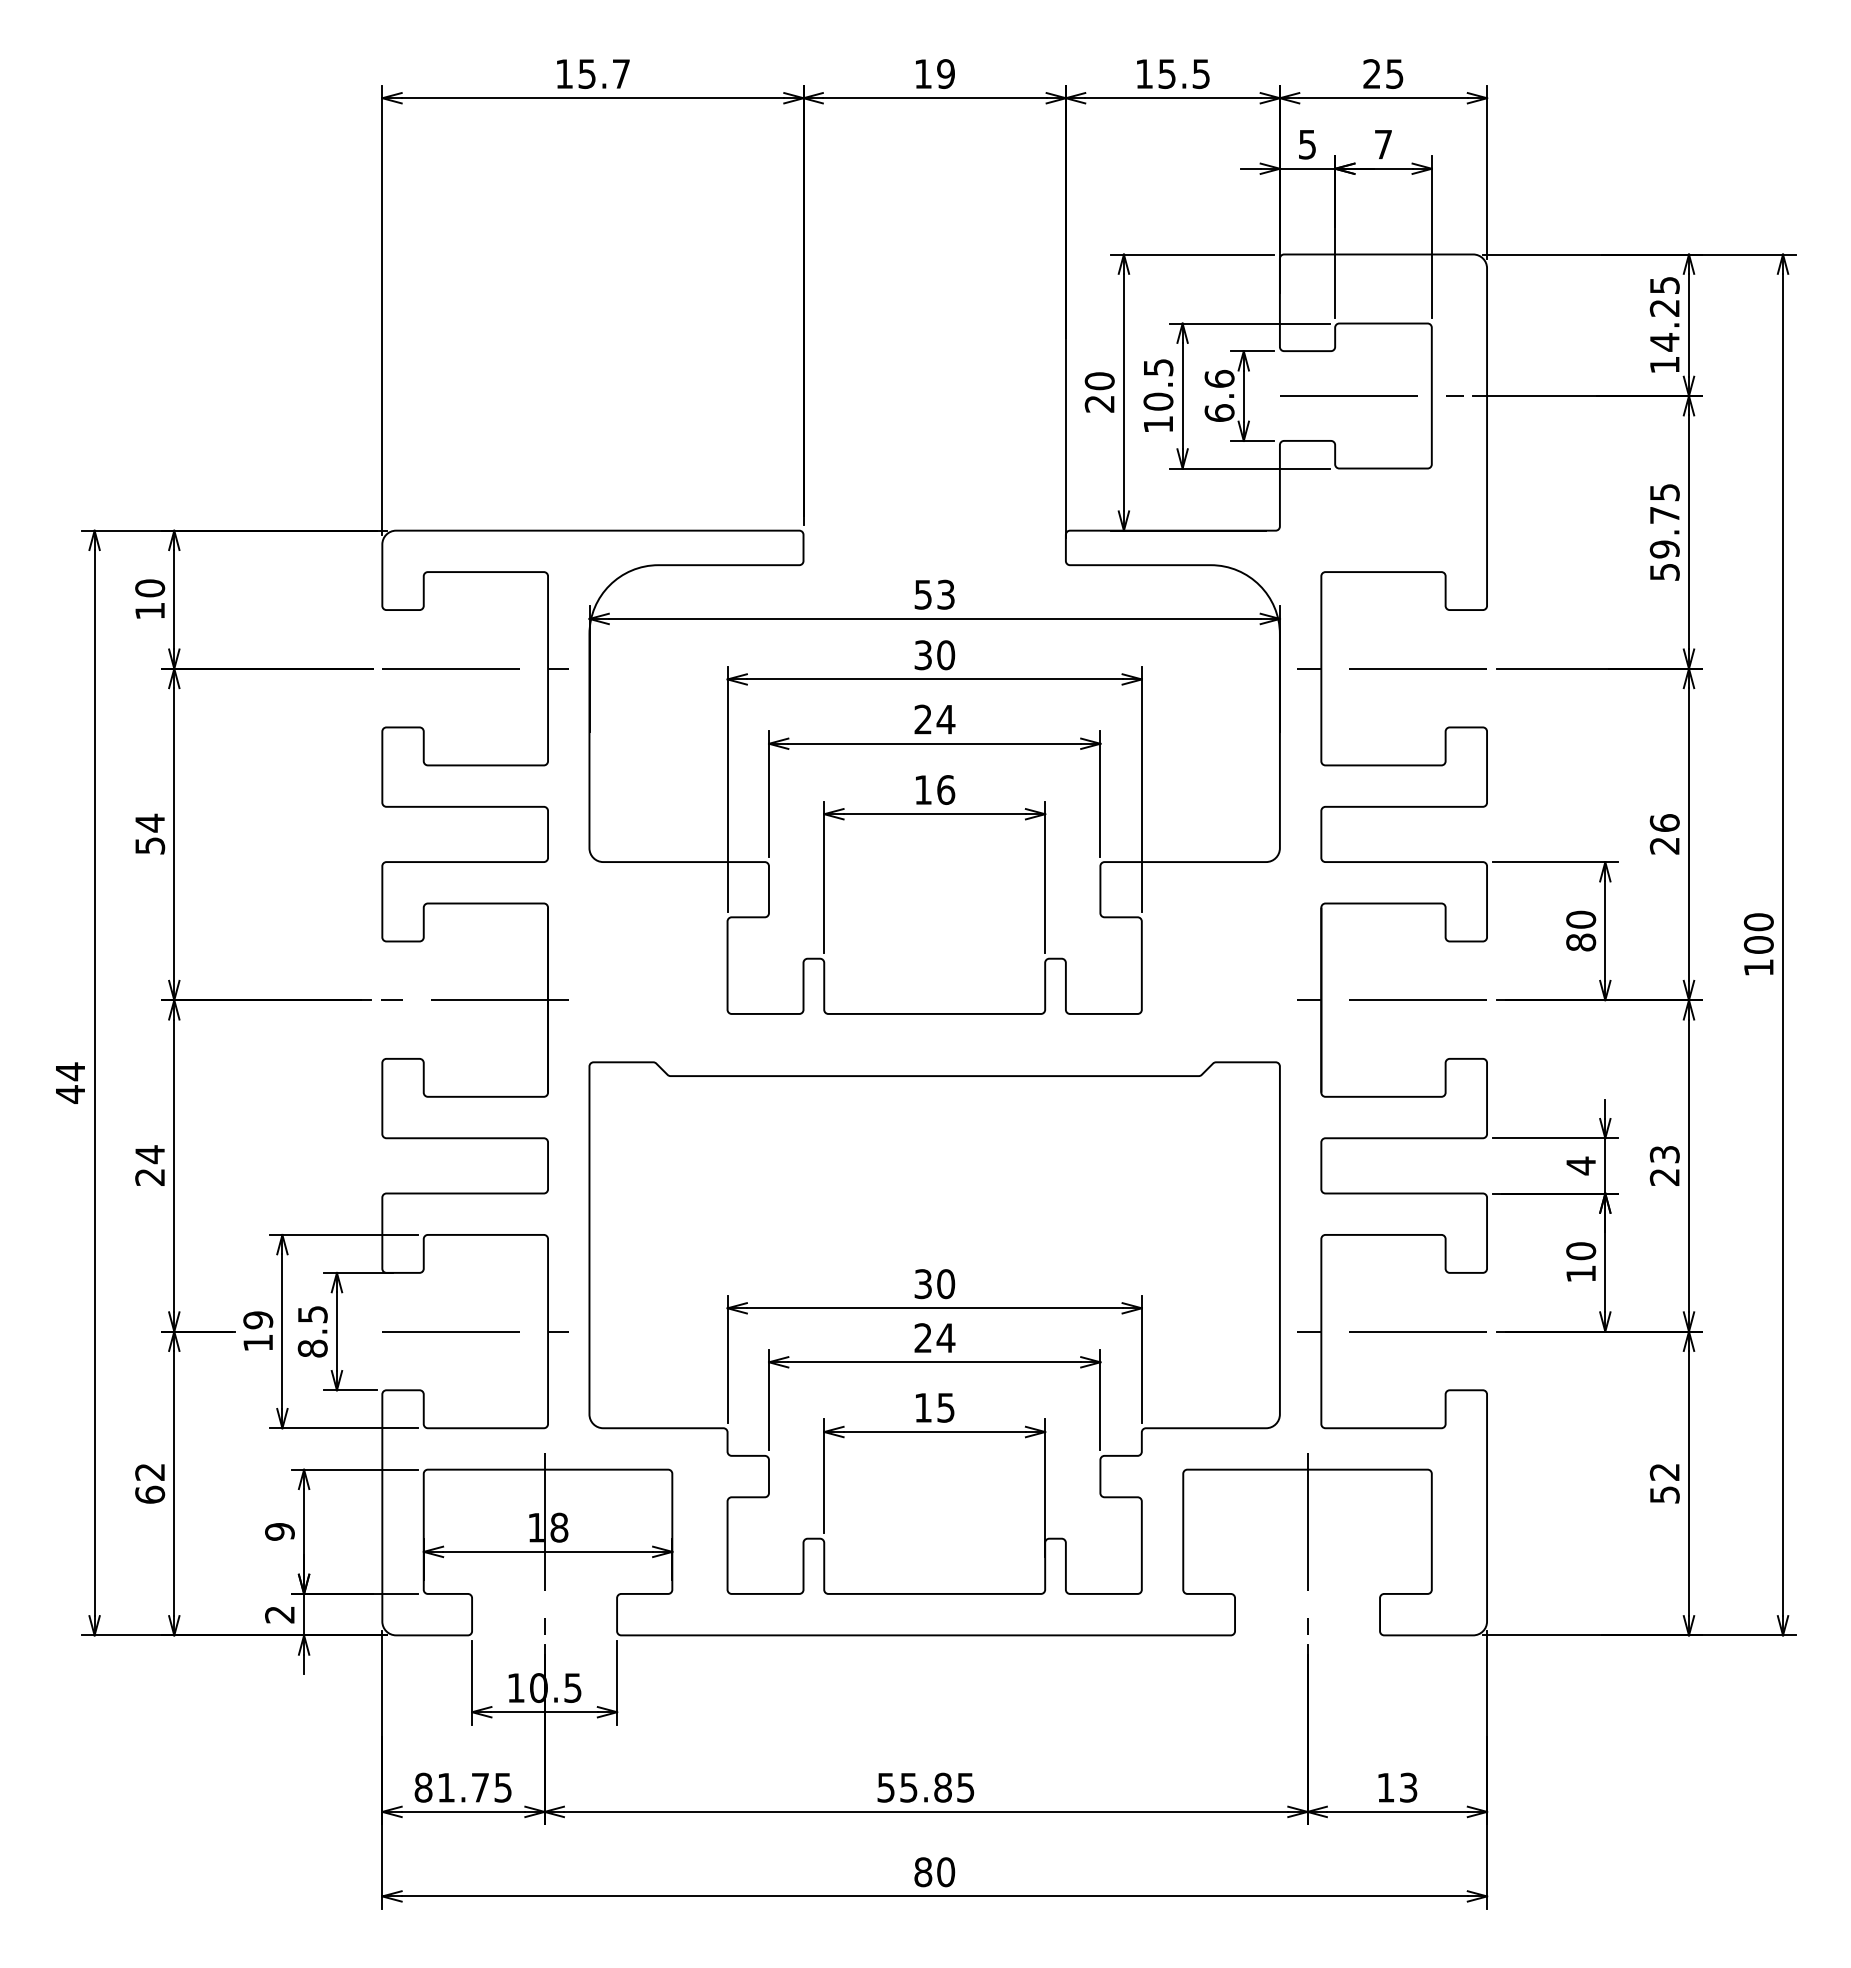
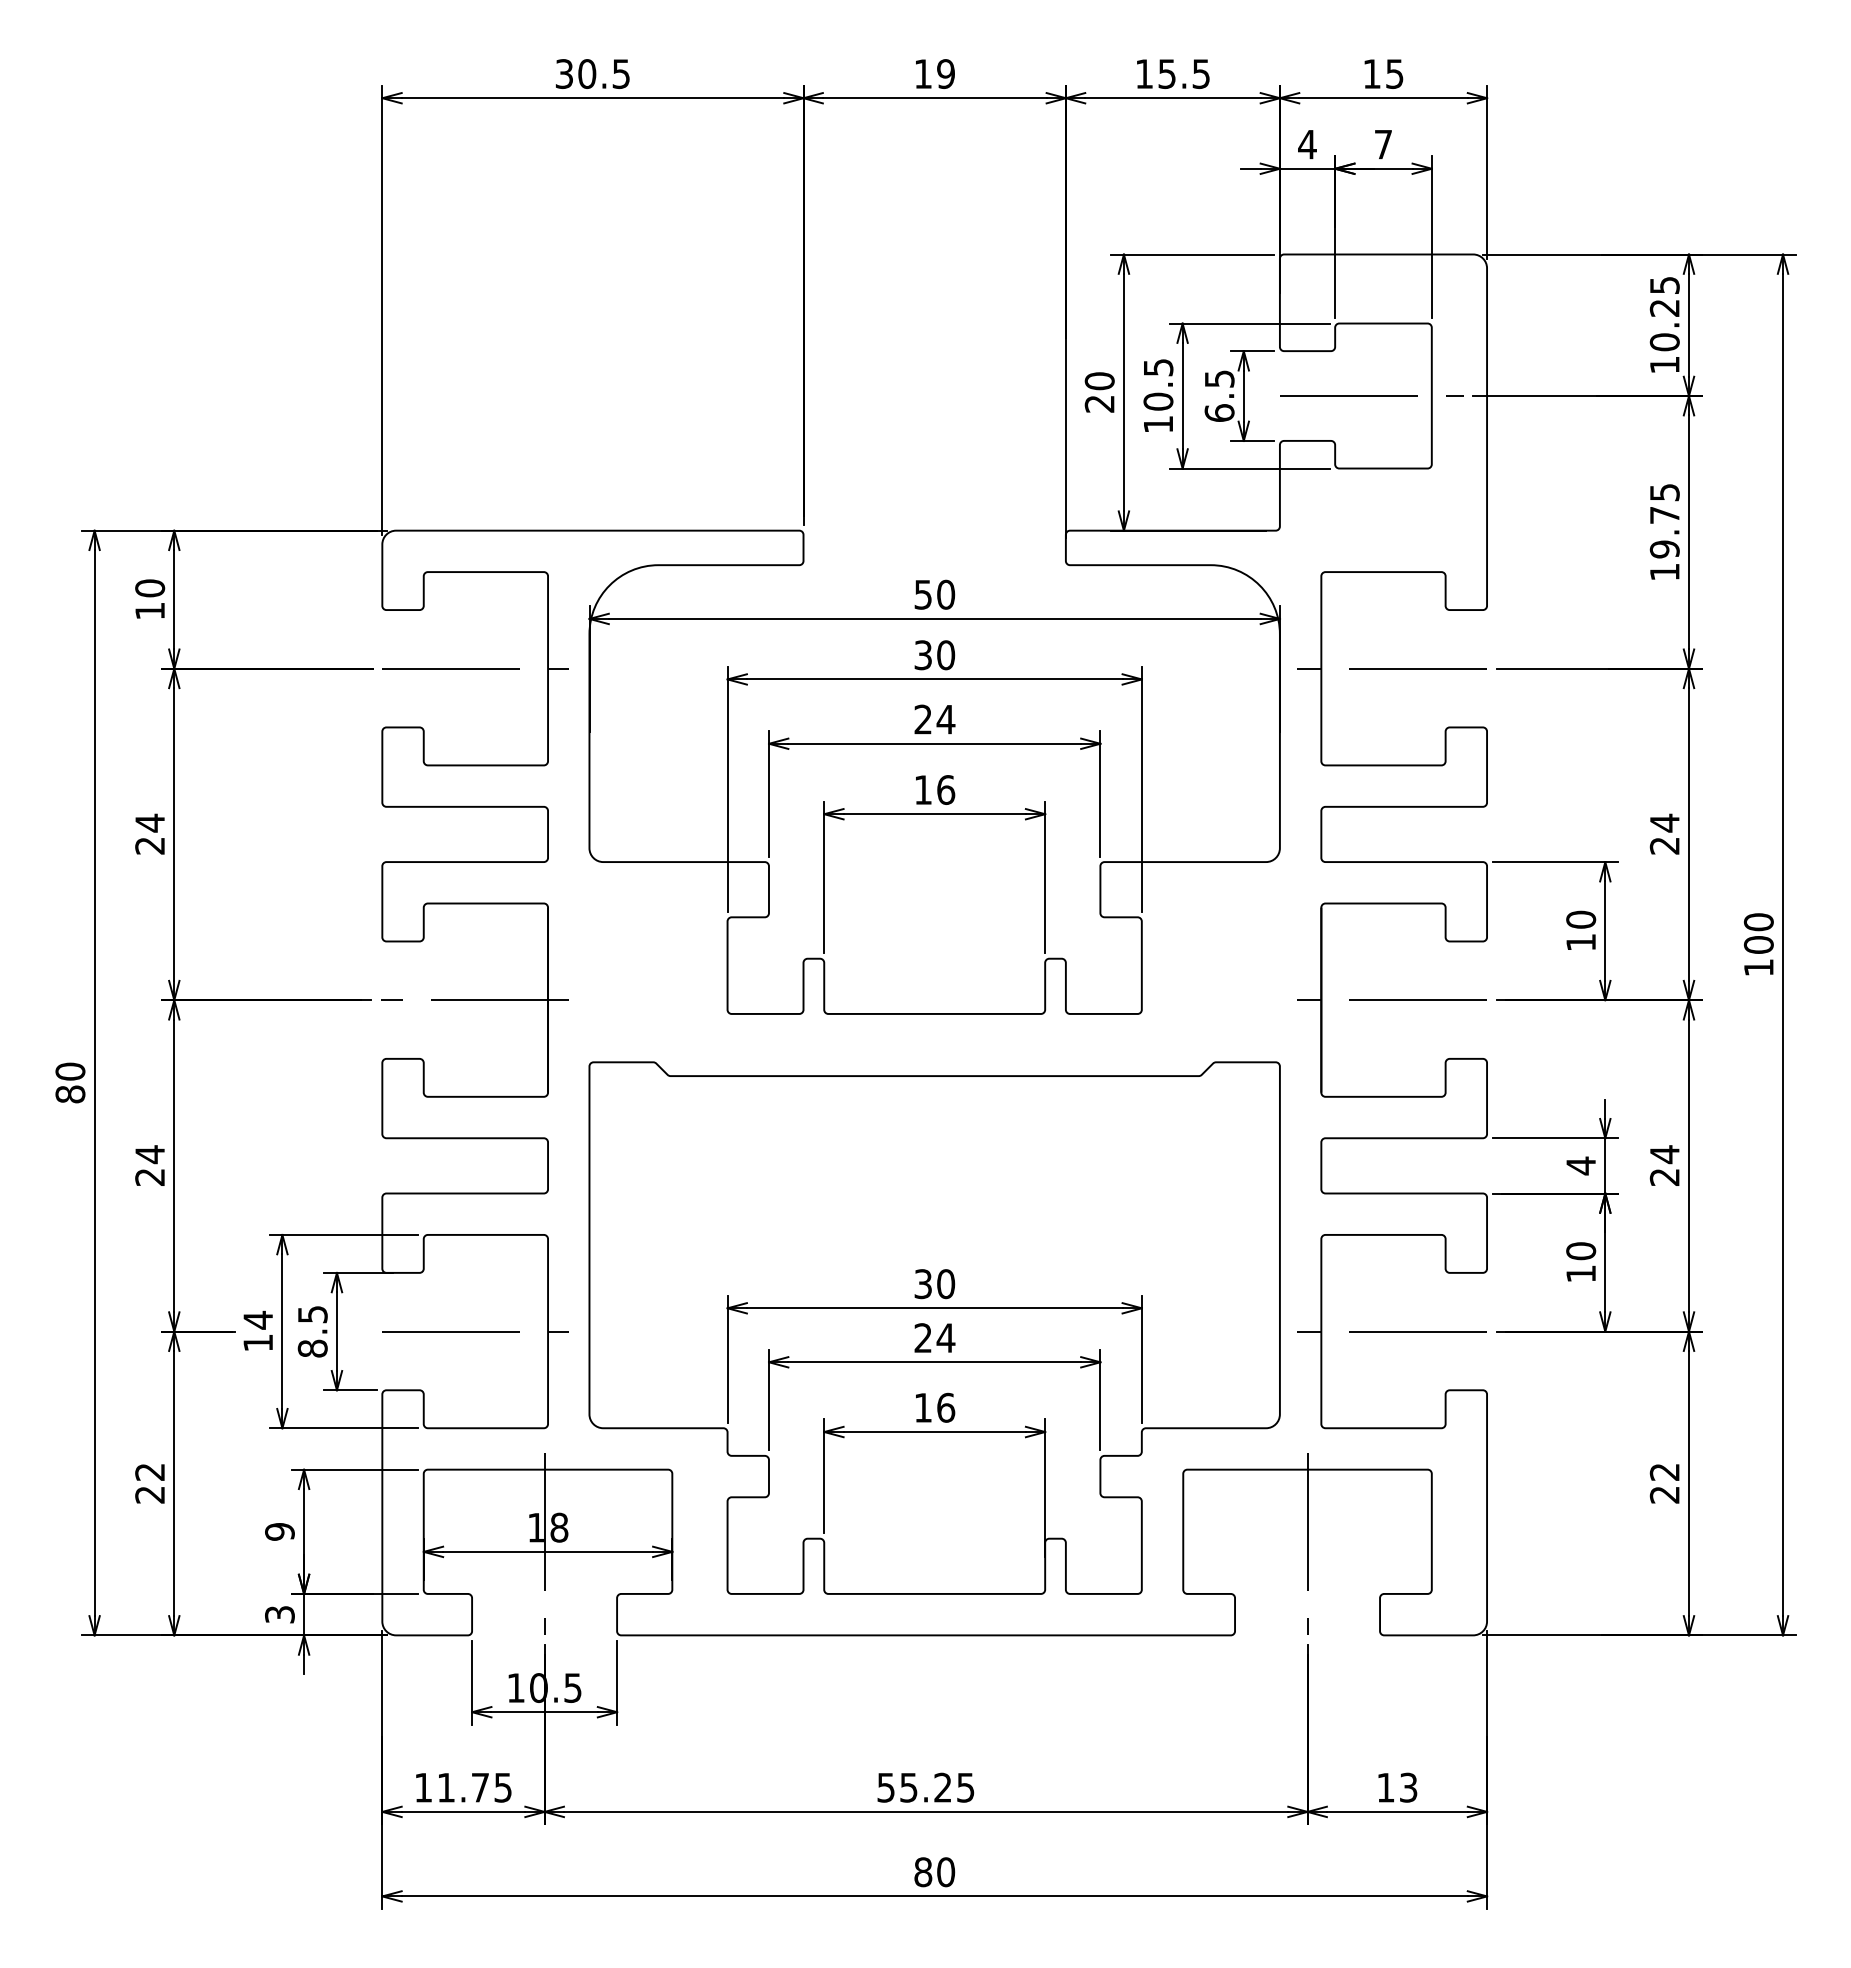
text at (1371, 73): 25 -> 15
text at (592, 74): 15.7 -> 30.5
text at (1307, 144): 5 -> 4
text at (1664, 342): 14.25 -> 10.25
text at (1219, 378): 6.6 -> 6.5
text at (1664, 572): 59.75 -> 19.75
text at (946, 594): 53 -> 50
text at (1664, 822): 26 -> 24
text at (150, 845): 54 -> 24
text at (1581, 942): 80 -> 10
text at (70, 1082): 44 -> 80
text at (1664, 1154): 23 -> 24
text at (258, 1319): 19 -> 14
text at (946, 1407): 15 -> 16
text at (150, 1494): 62 -> 22
text at (1664, 1494): 52 -> 22
text at (279, 1614): 2 -> 3
text at (423, 1787): 81.75 -> 11.75
text at (942, 1787): 55.85 -> 55.25
